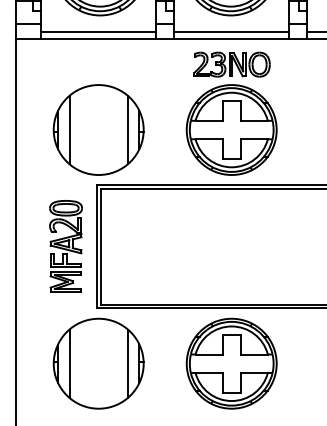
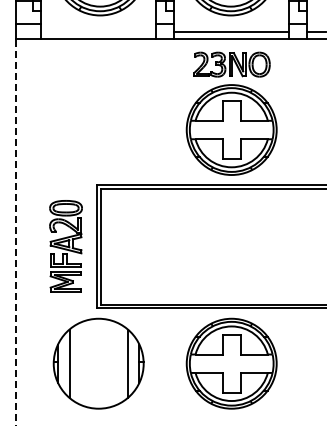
line at (98, 31): present -> none
part at (98, 129): present -> none
line at (15, 231): solid -> dashed
